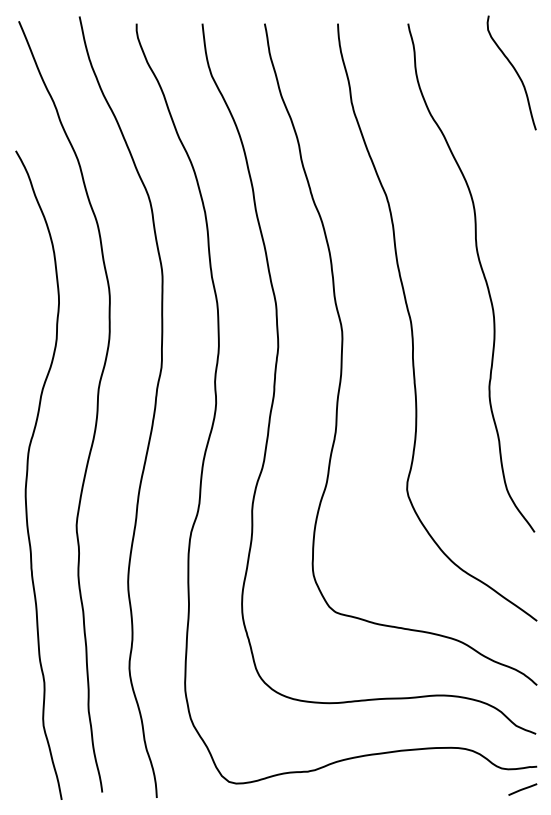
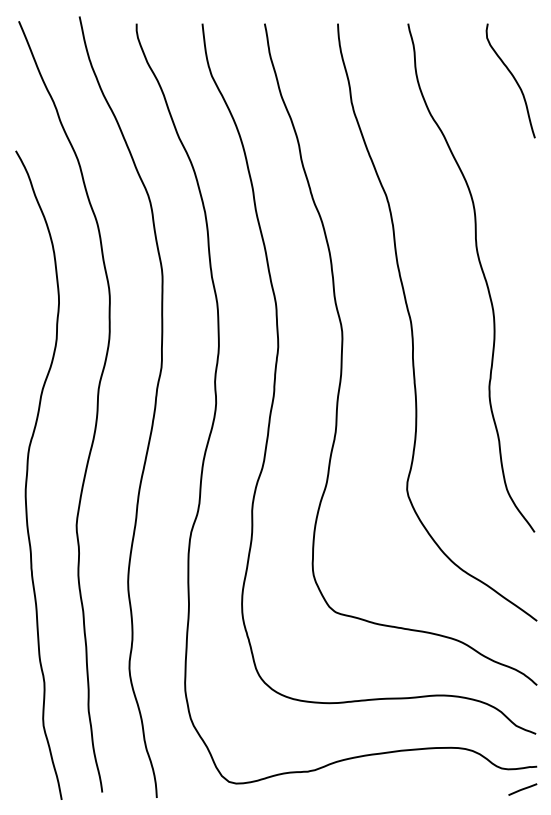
curve at (513, 69) position: (513, 69) -> (512, 77)
